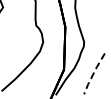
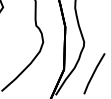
line at (93, 74): dashed -> solid
